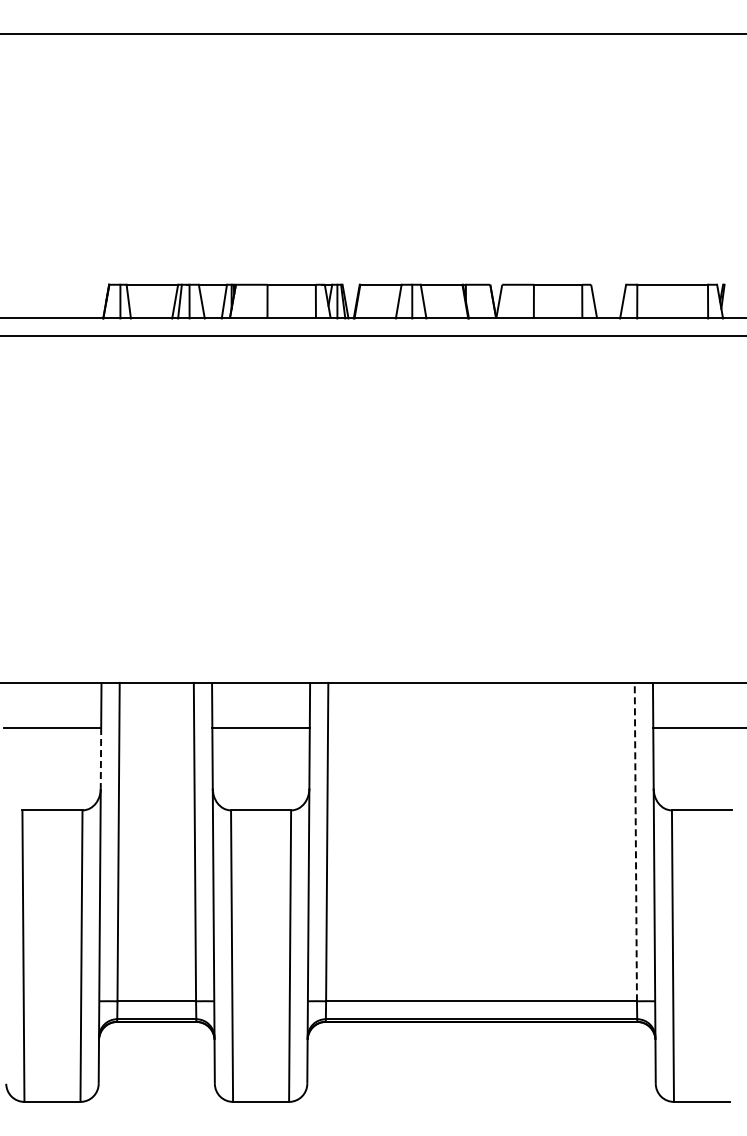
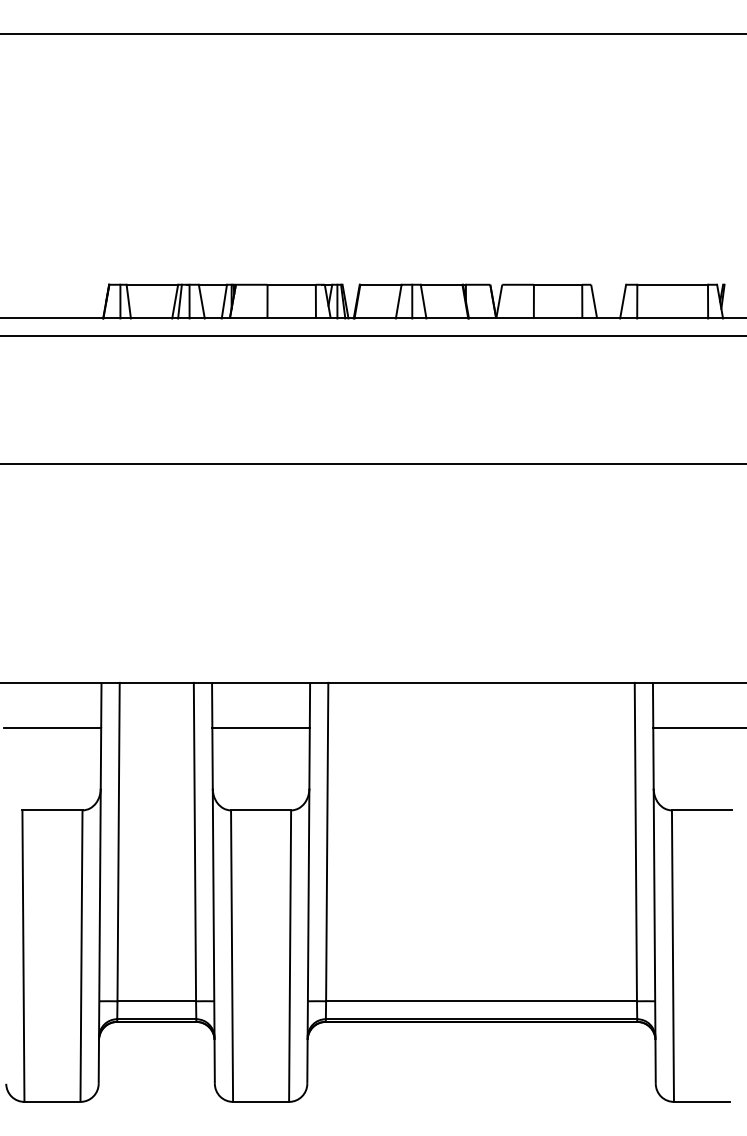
line at (372, 464): none -> present
line at (100, 758): dashed -> solid
line at (635, 841): dashed -> solid
